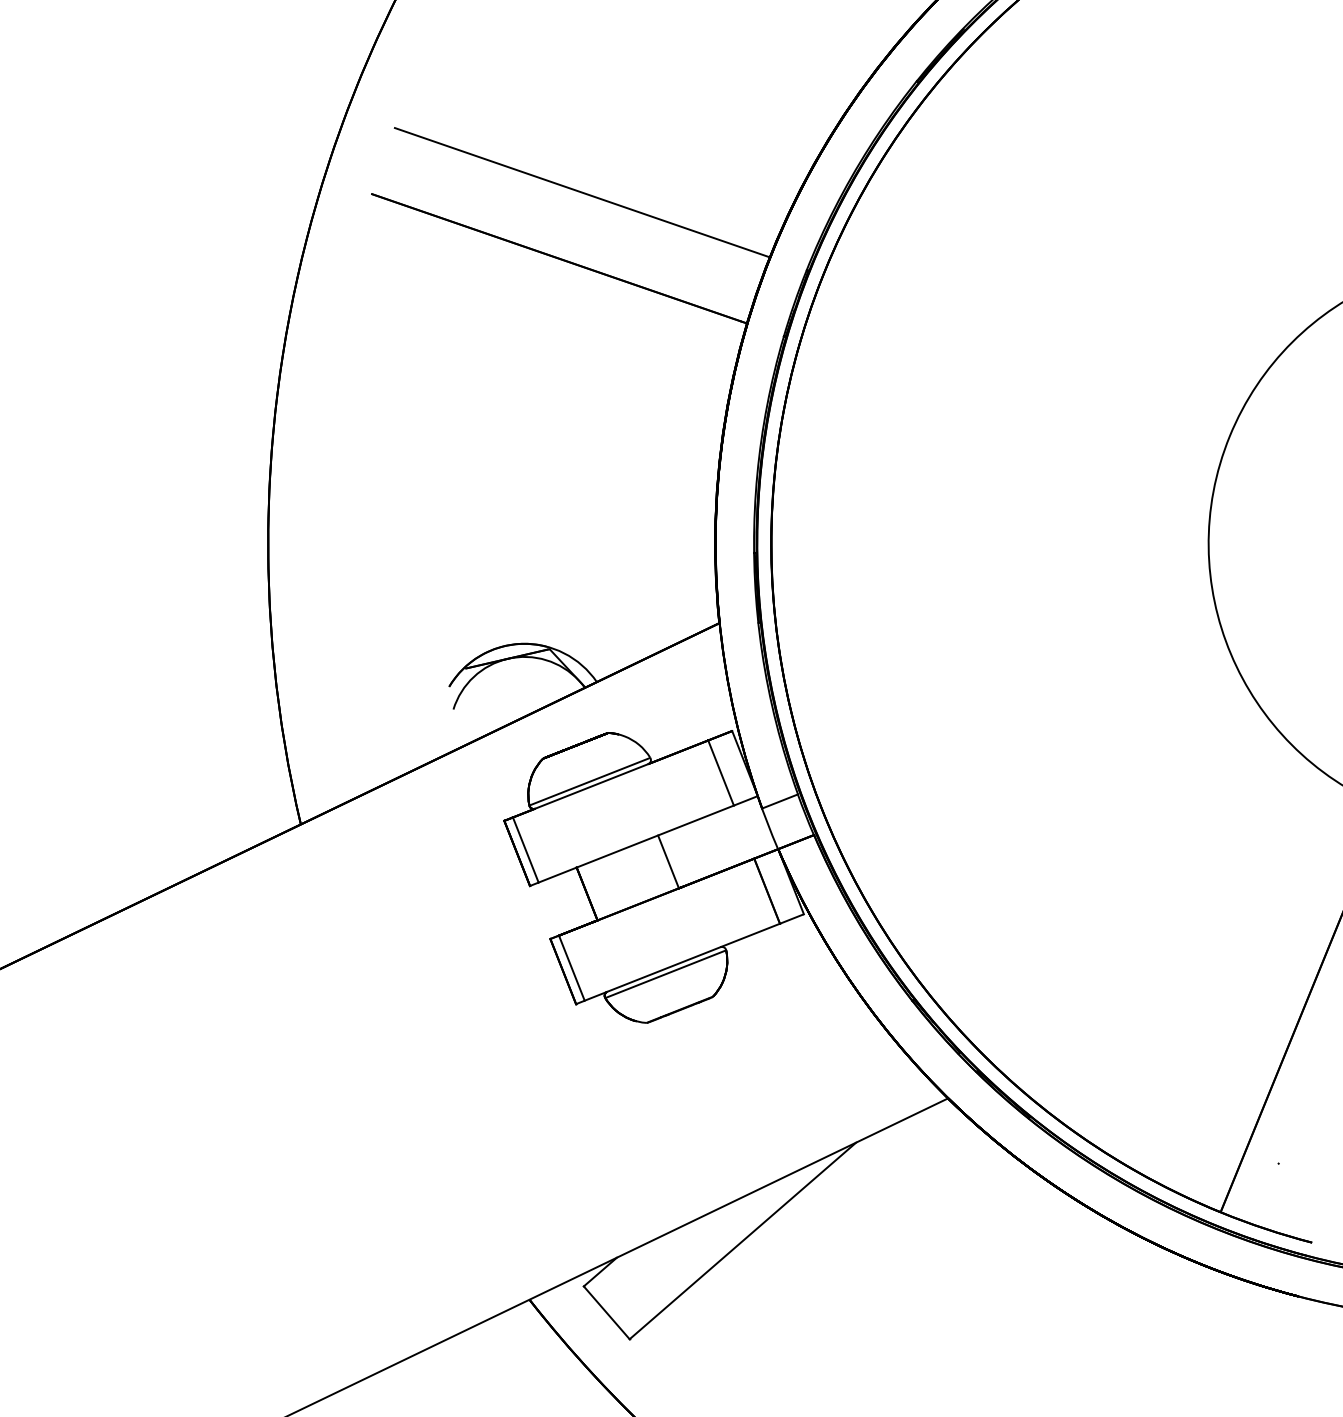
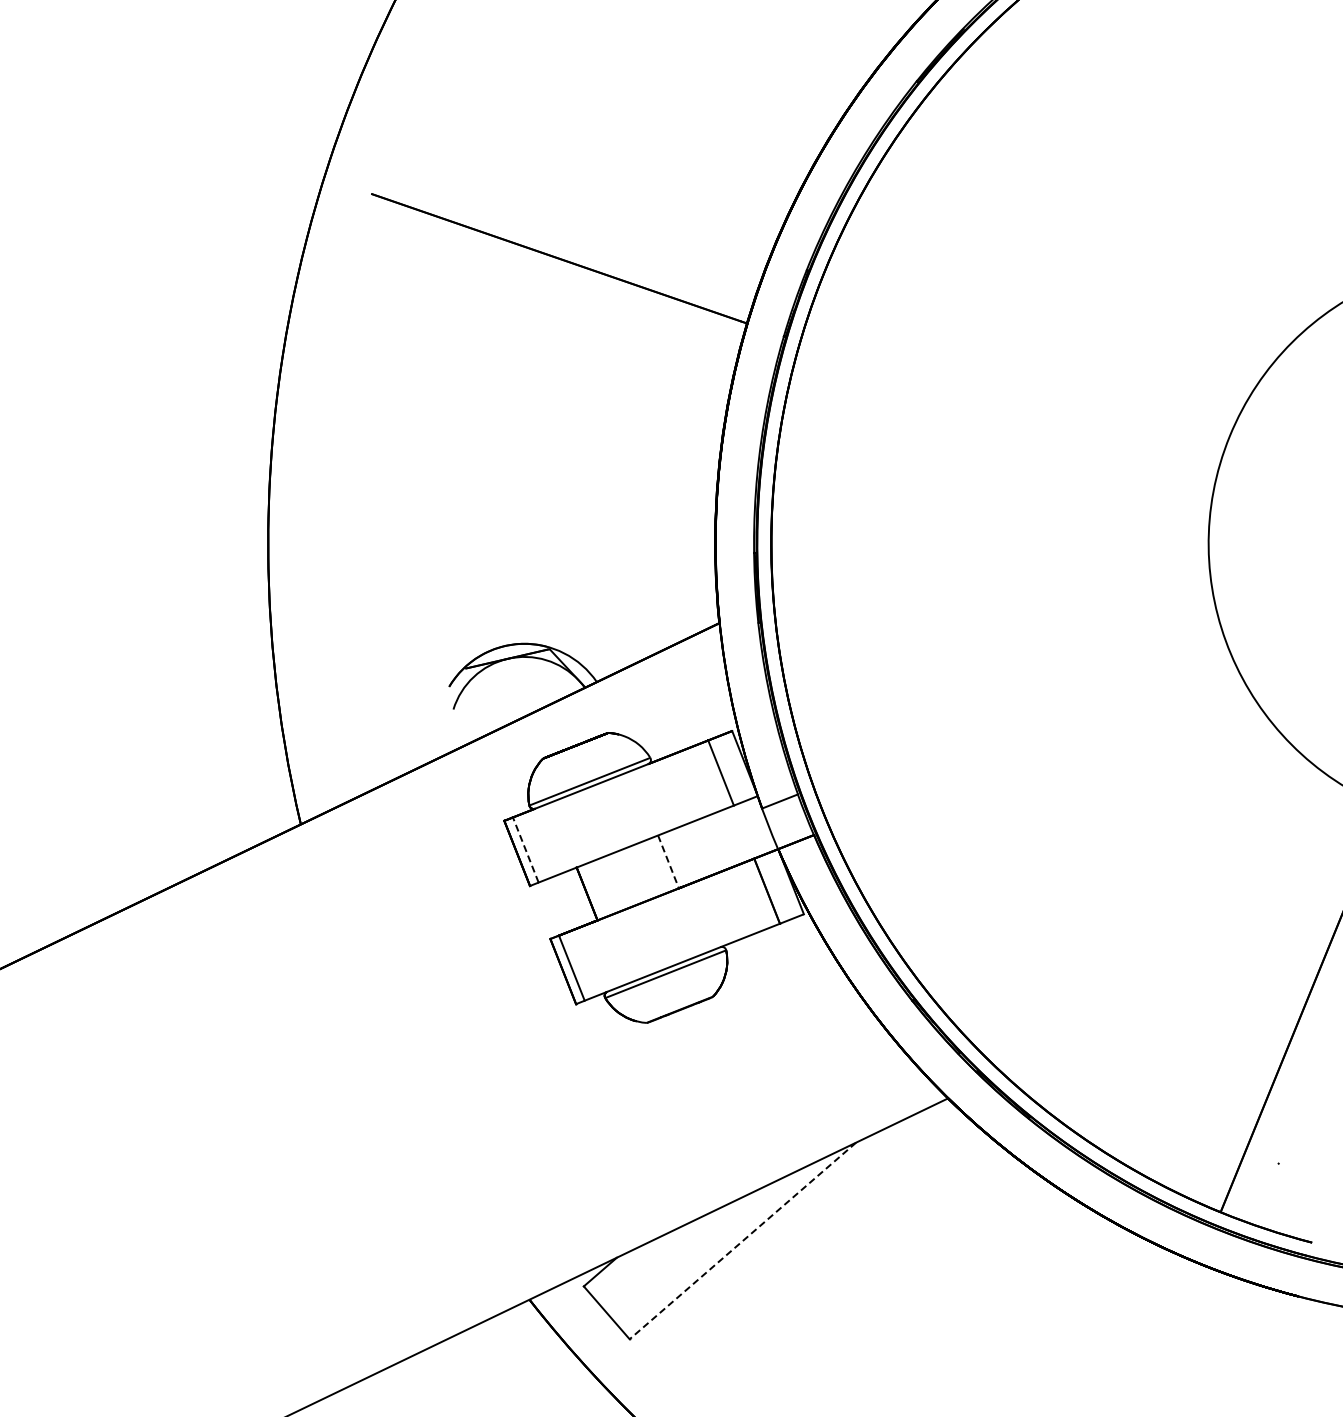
line at (581, 192): present -> none
line at (525, 850): solid -> dashed
line at (668, 862): solid -> dashed
line at (742, 1240): solid -> dashed
